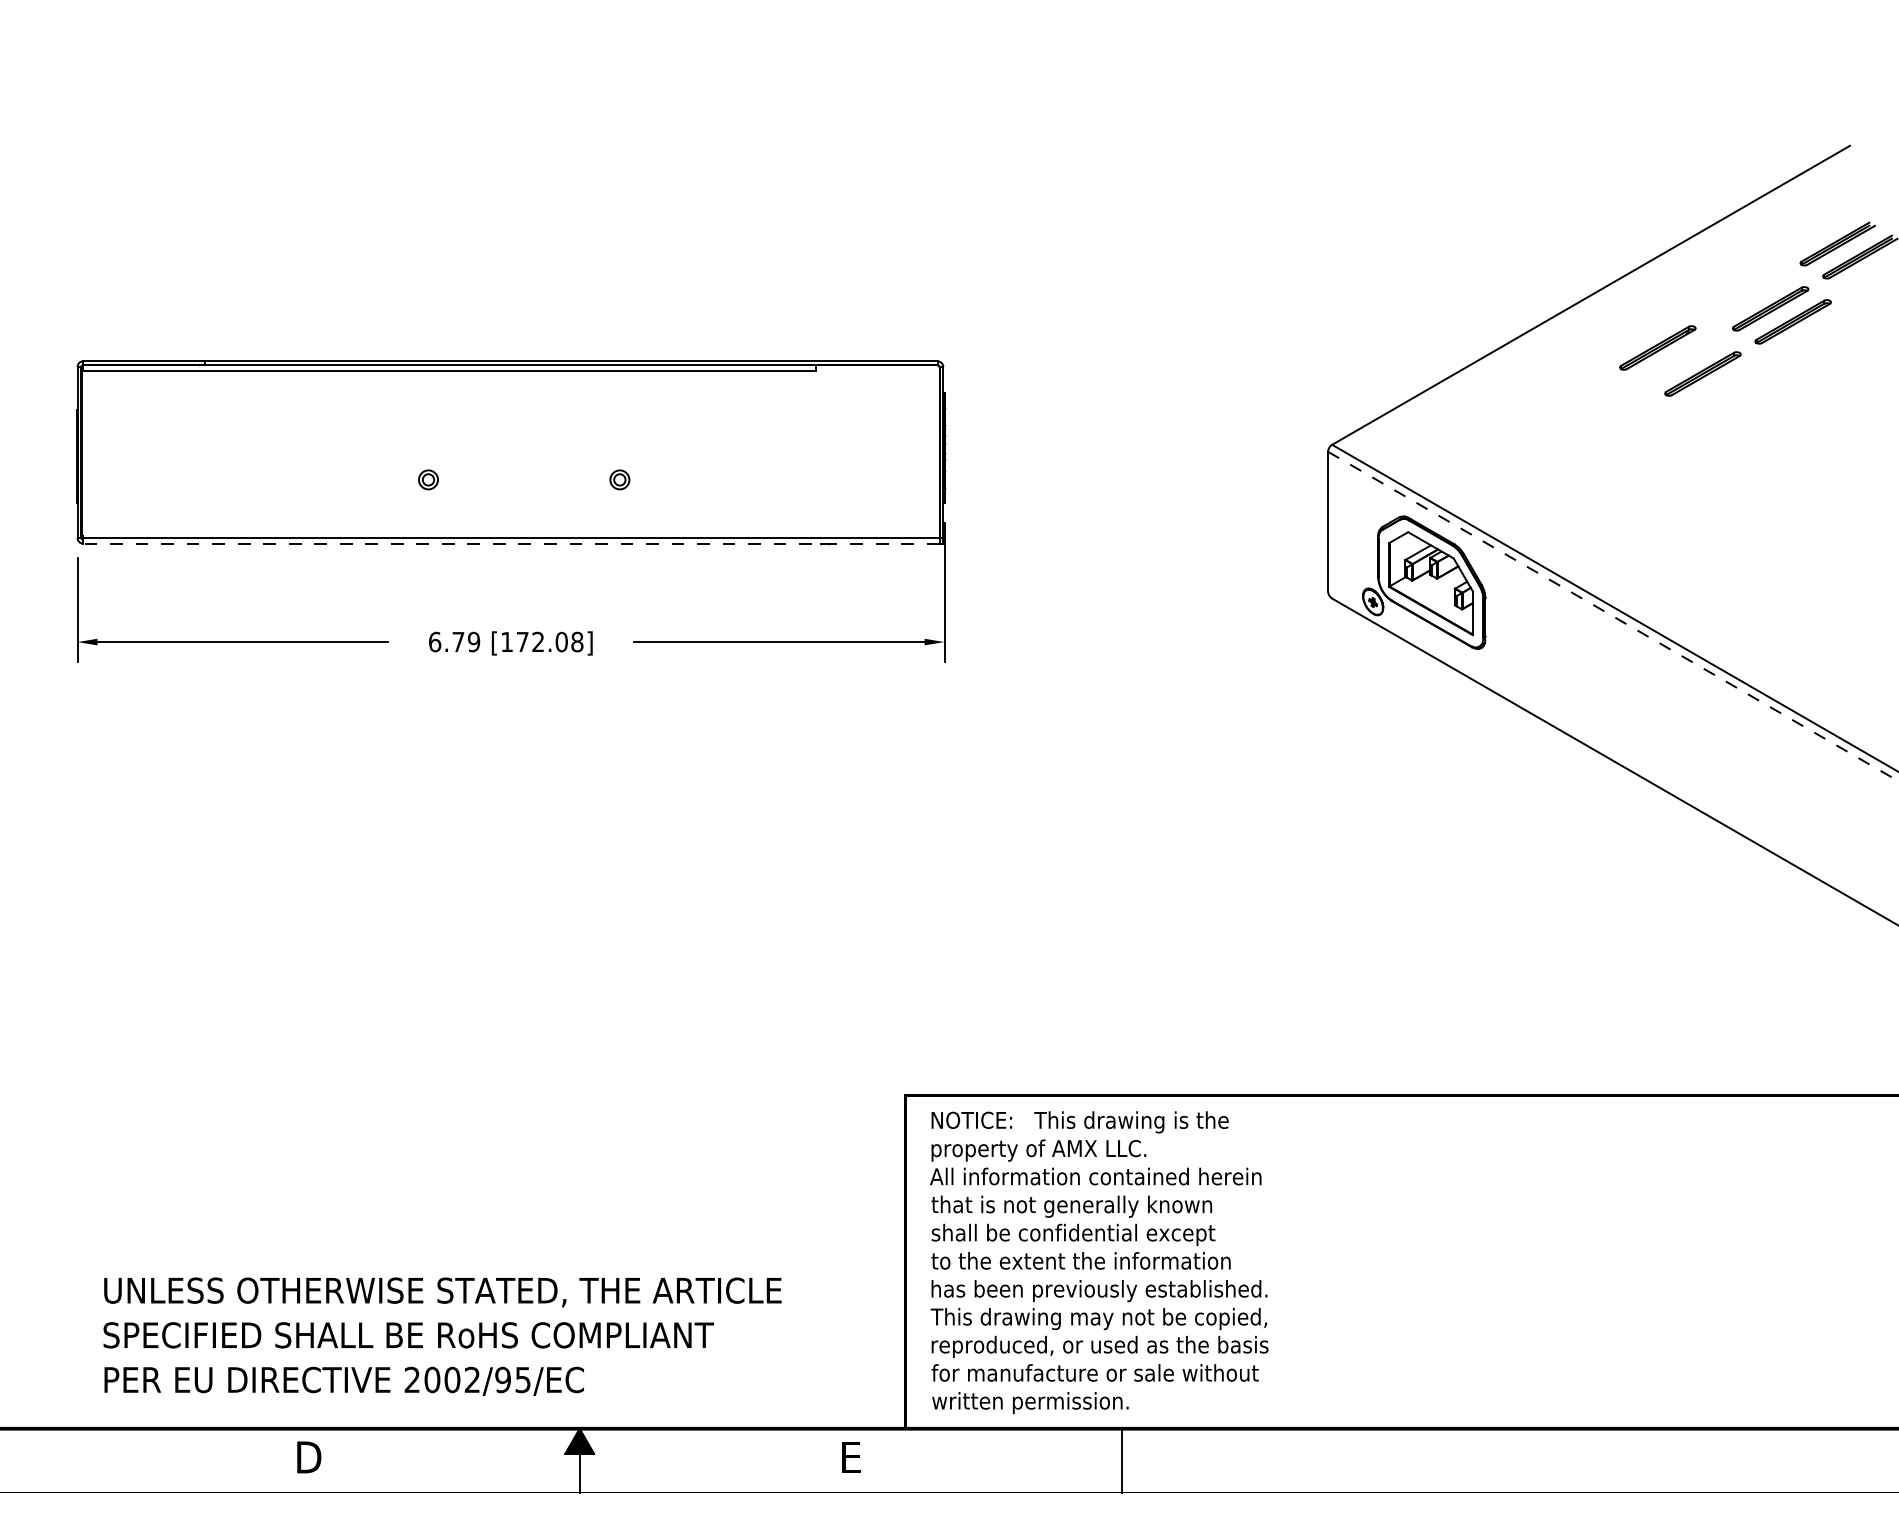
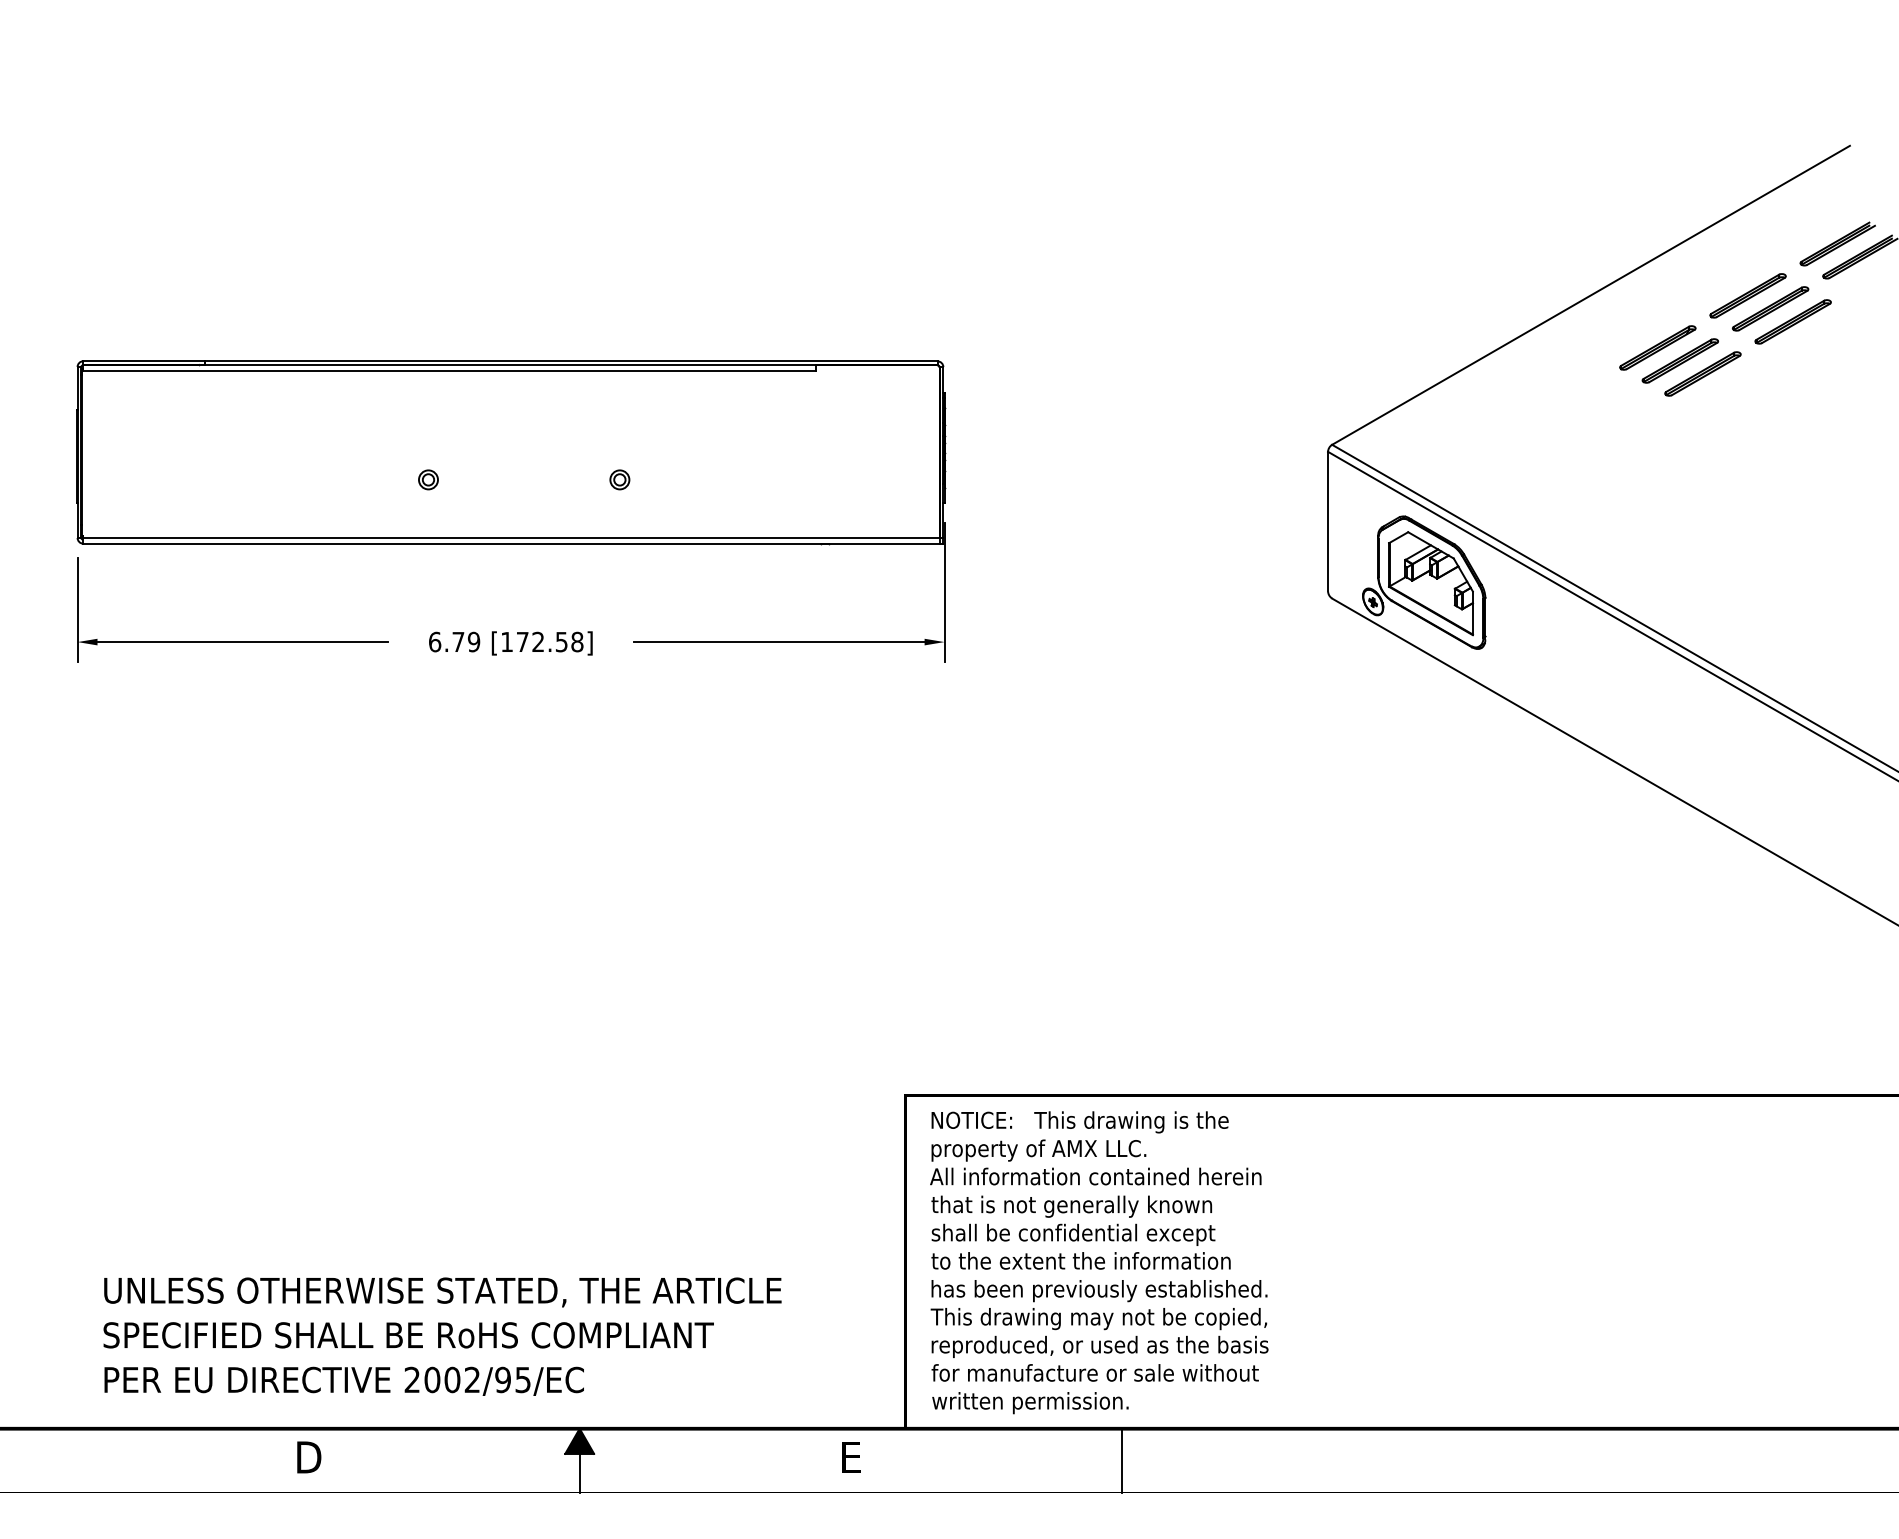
part at (1747, 295): none -> present
part at (1679, 360): none -> present
line at (510, 543): dashed -> solid
line at (1613, 616): dashed -> solid
text at (561, 641): [172.08] -> [172.58]
